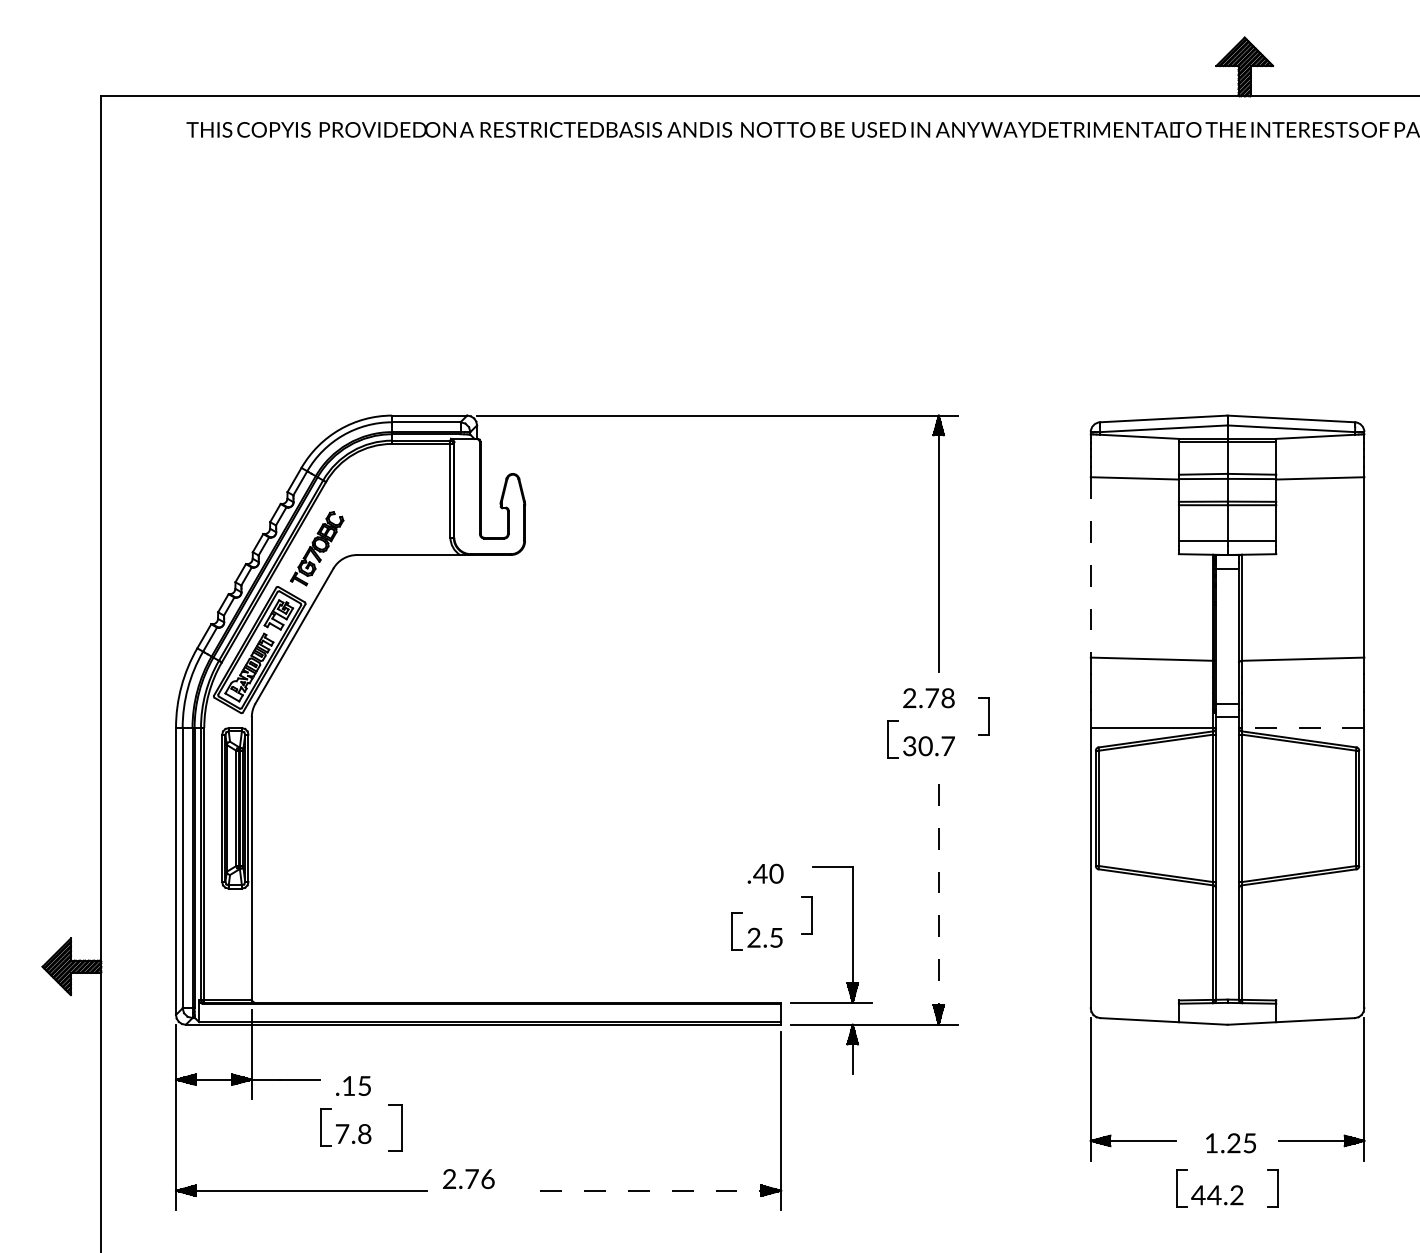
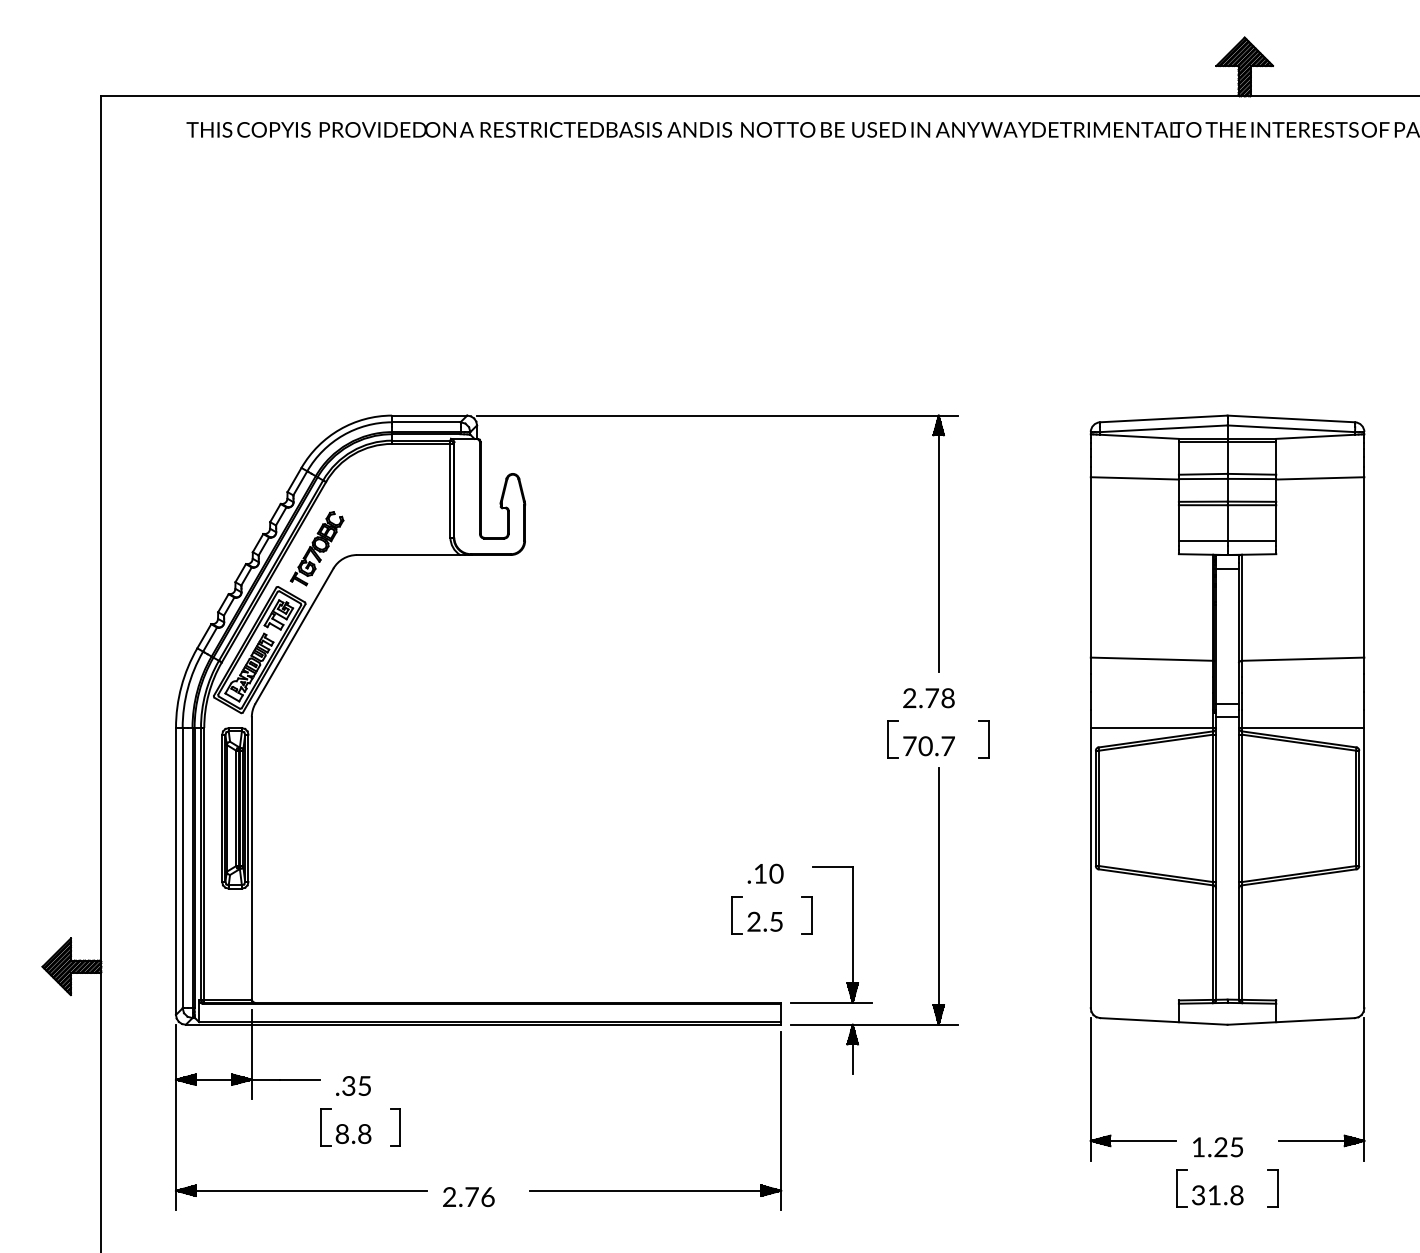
line at (1090, 567): dashed -> solid
part at (983, 716) position: (983, 716) -> (983, 739)
line at (1302, 727): dashed -> solid
text at (909, 746): 30.7 -> 70.7
text at (760, 873): .40 -> .10
line at (938, 895): dashed -> solid
part at (756, 931) position: (756, 931) -> (756, 915)
text at (348, 1085): .15 -> .35
part at (395, 1127) size: 15x48 px -> 11x39 px
text at (342, 1134): 7.8 -> 8.8
text at (1230, 1143) position: (1230, 1143) -> (1217, 1147)
text at (468, 1179) position: (468, 1179) -> (468, 1197)
line at (655, 1190): dashed -> solid
text at (1217, 1195): 44.2 -> 31.8
